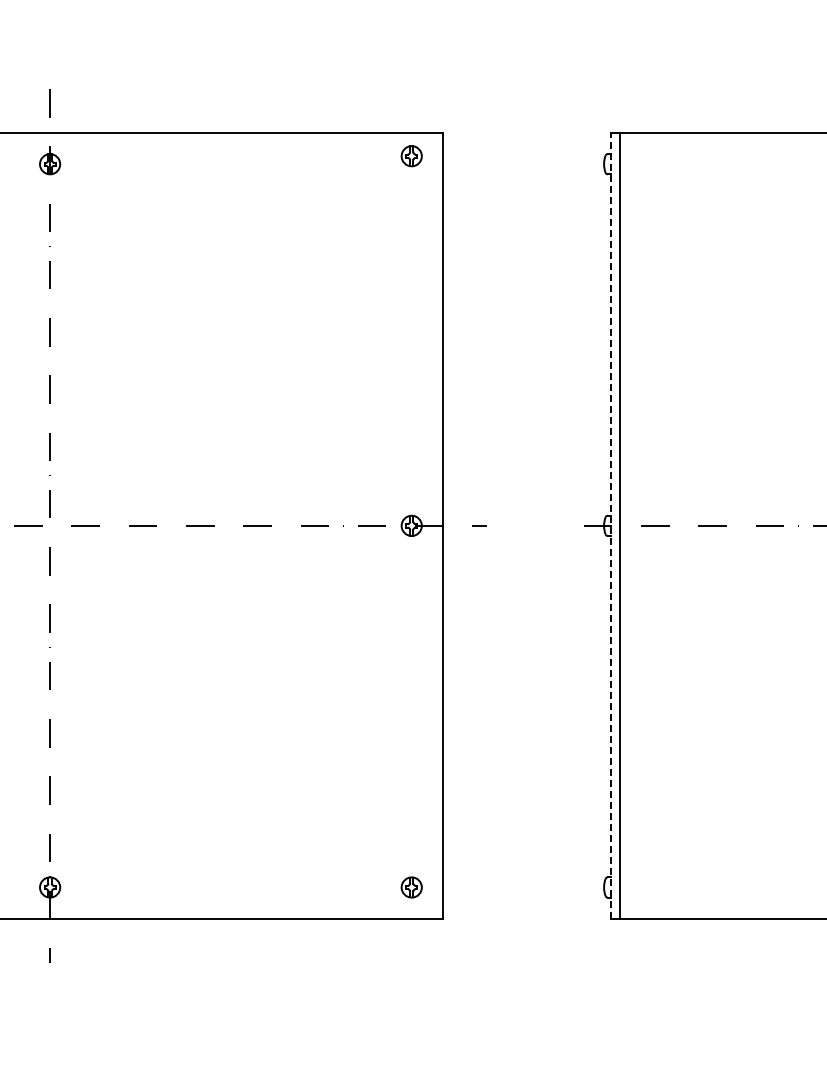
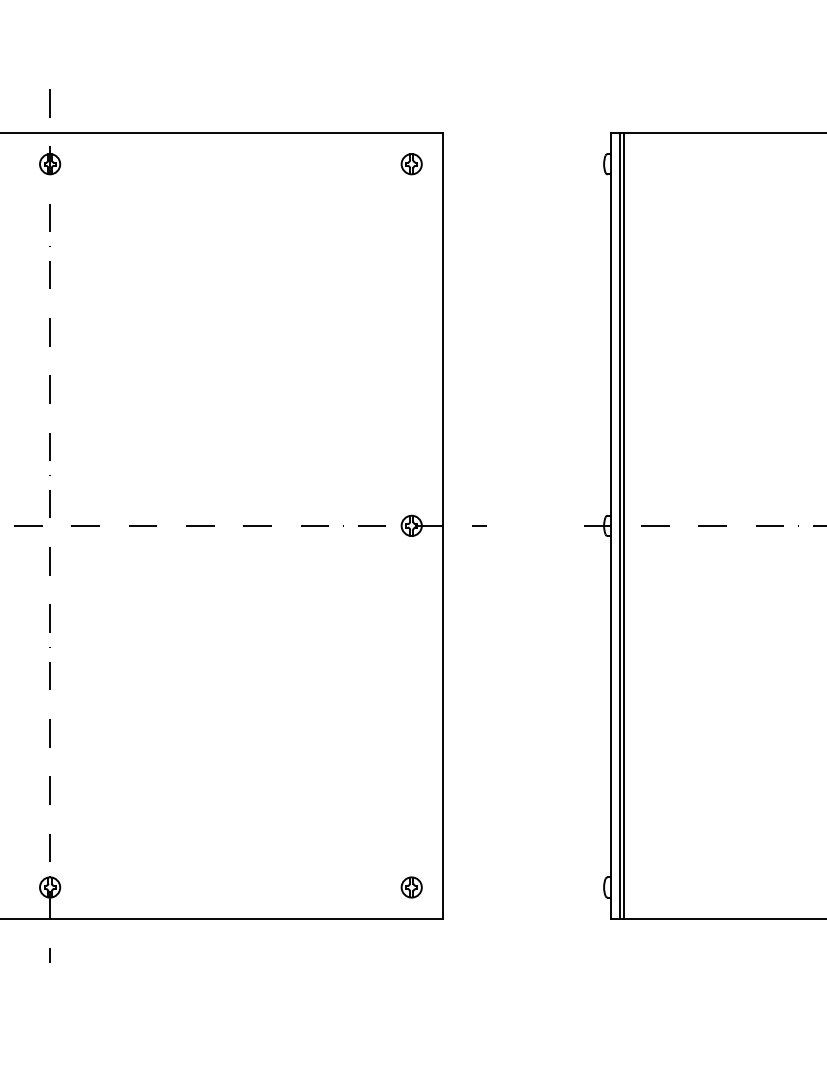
part at (411, 156) position: (411, 156) -> (411, 164)
line at (610, 525): dashed -> solid
line at (624, 525): none -> present
